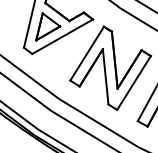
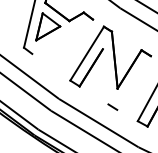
line at (62, 36): present -> none
line at (105, 76): present -> none
line at (133, 82): present -> none
